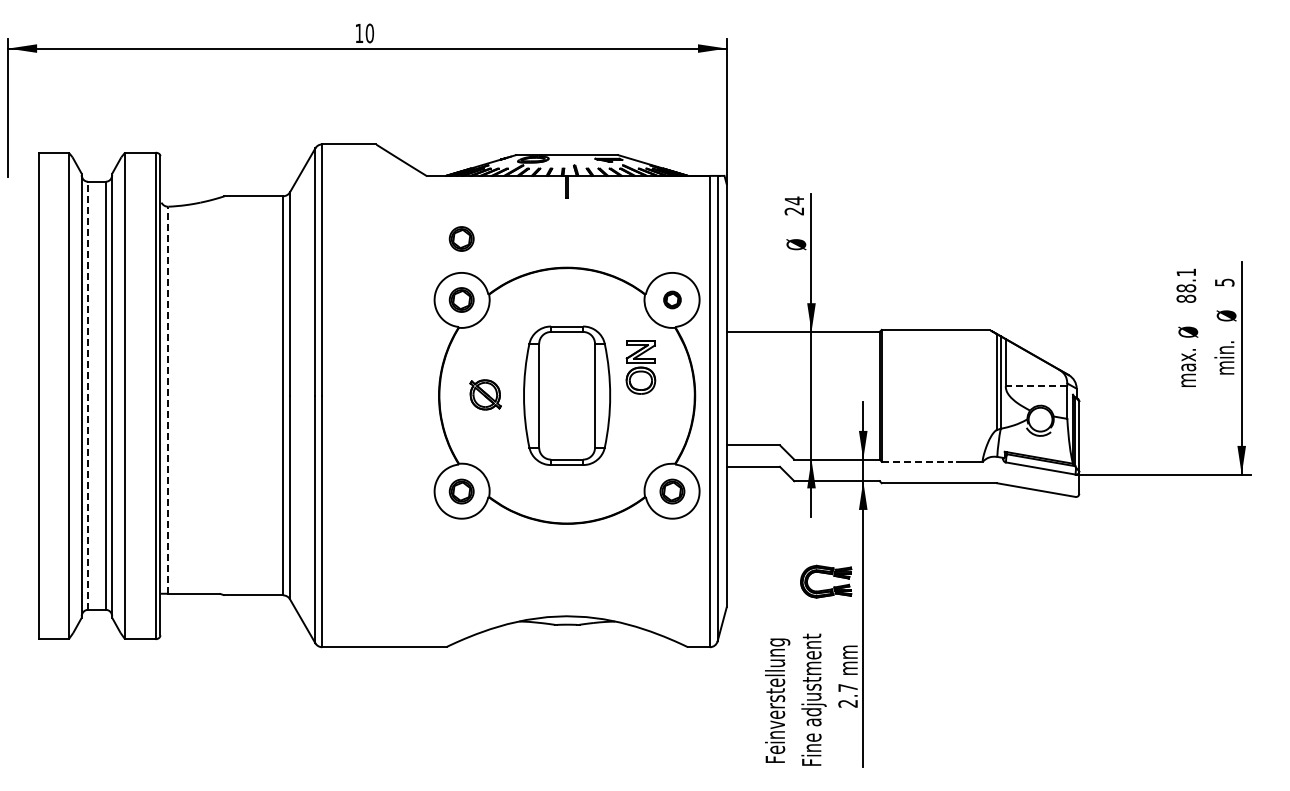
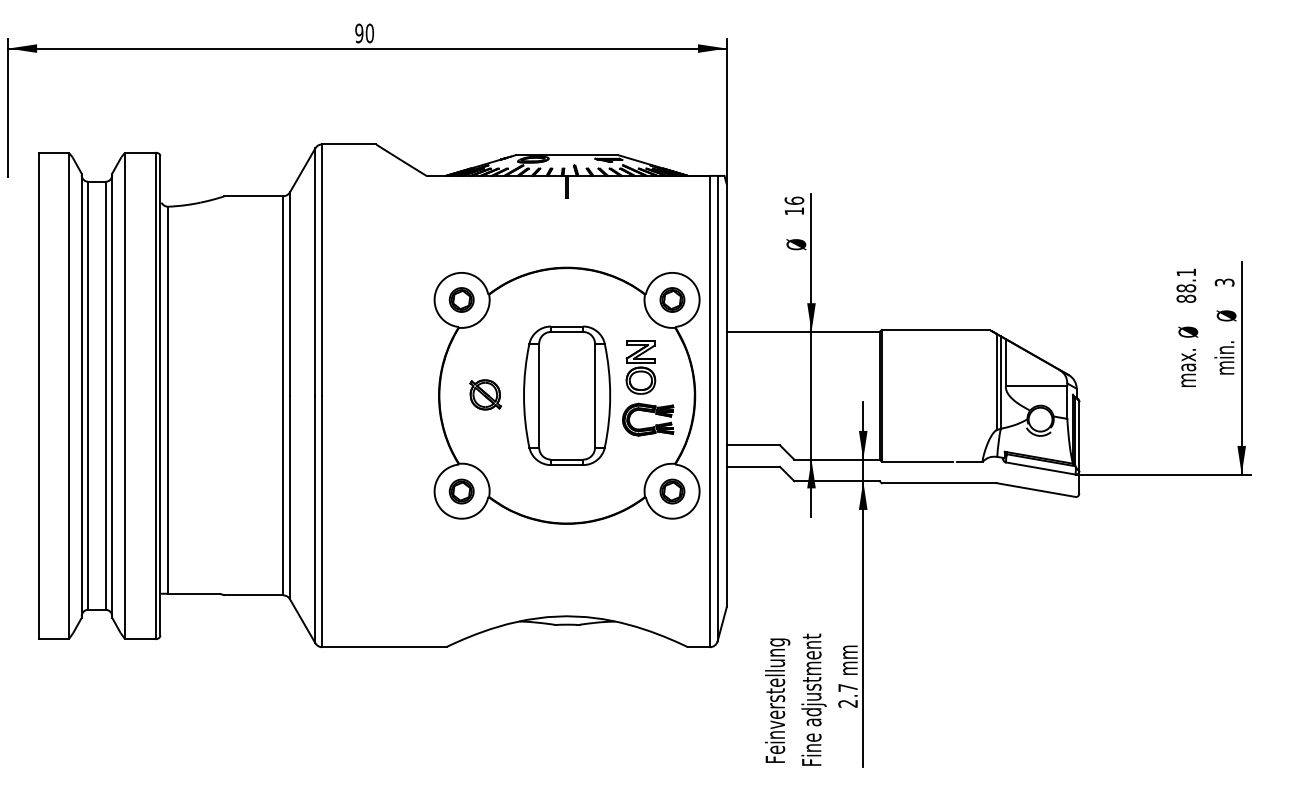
text at (359, 33): 10 -> 90
text at (794, 205): 24 -> 16
part at (461, 238): present -> none
text at (1223, 282): 5 -> 3
part at (672, 299) size: 19x20 px -> 27x26 px
line at (1036, 386): dashed -> solid
line at (88, 395): dashed -> solid
line at (168, 400): dashed -> solid
line at (917, 461): dashed -> solid
part at (826, 574) position: (826, 574) -> (648, 412)
